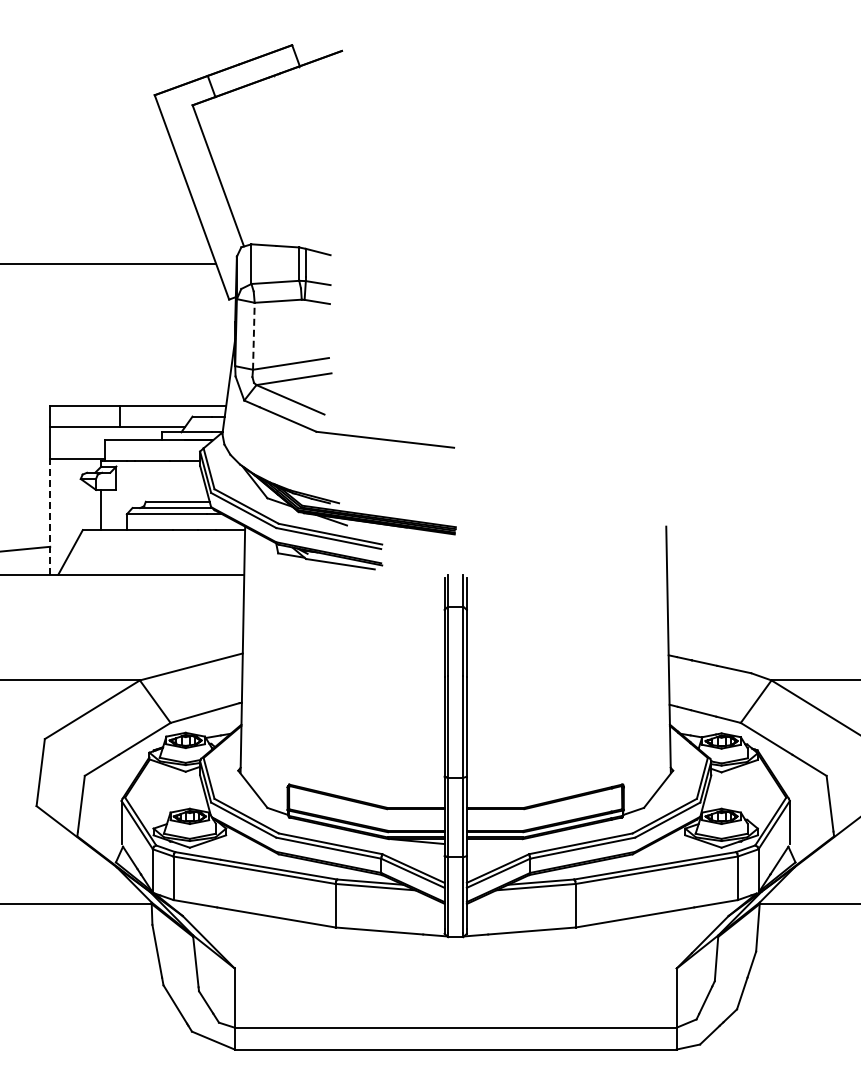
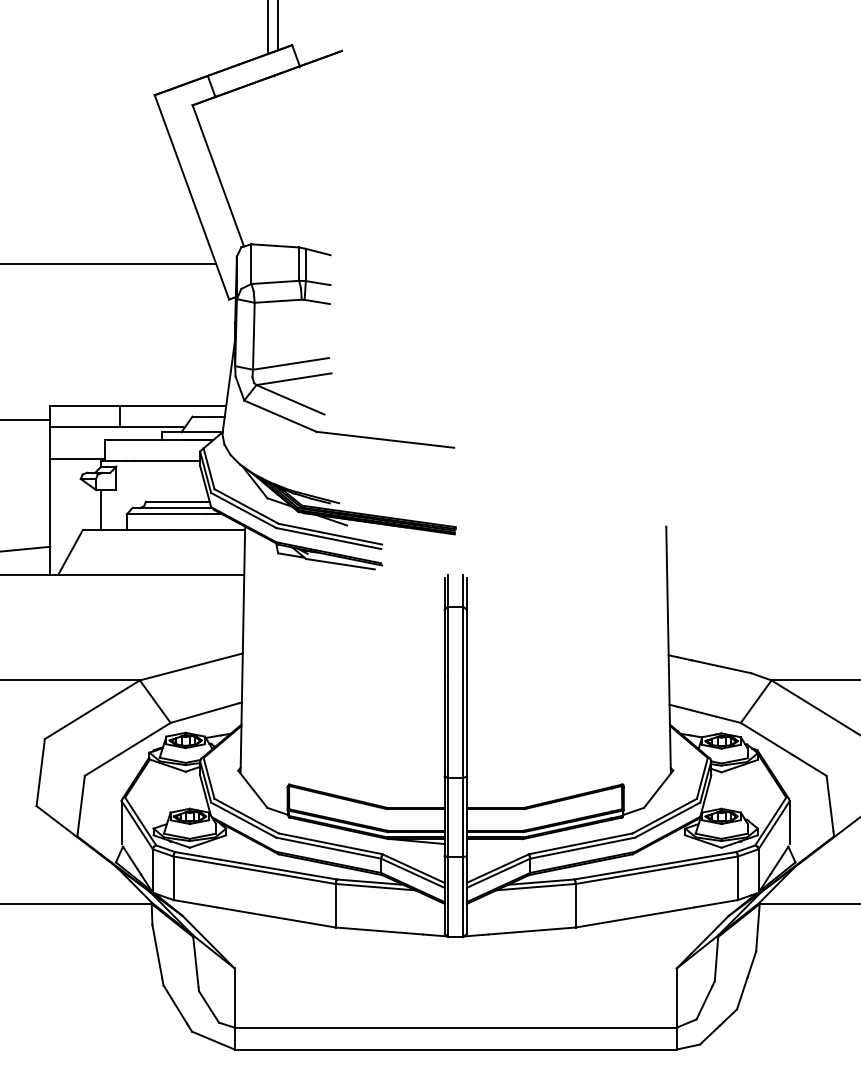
line at (278, 26): none -> present
line at (267, 28): none -> present
line at (253, 336): dashed -> solid
line at (26, 419): none -> present
line at (50, 516): dashed -> solid
